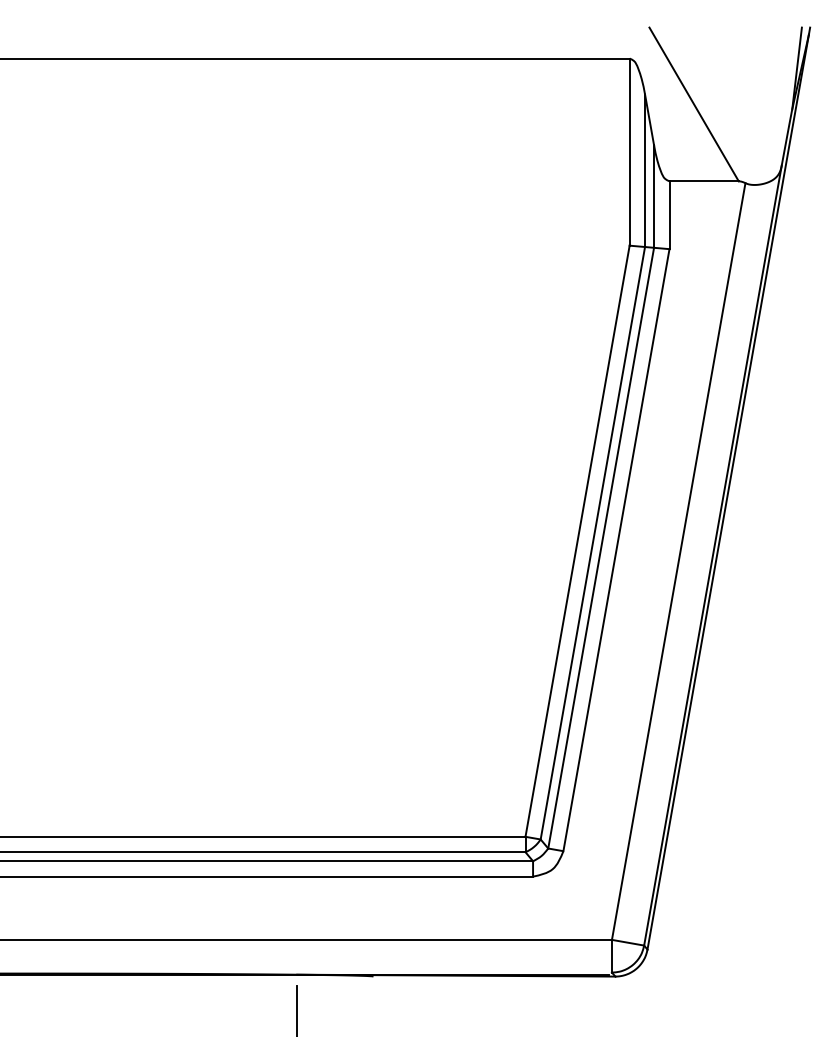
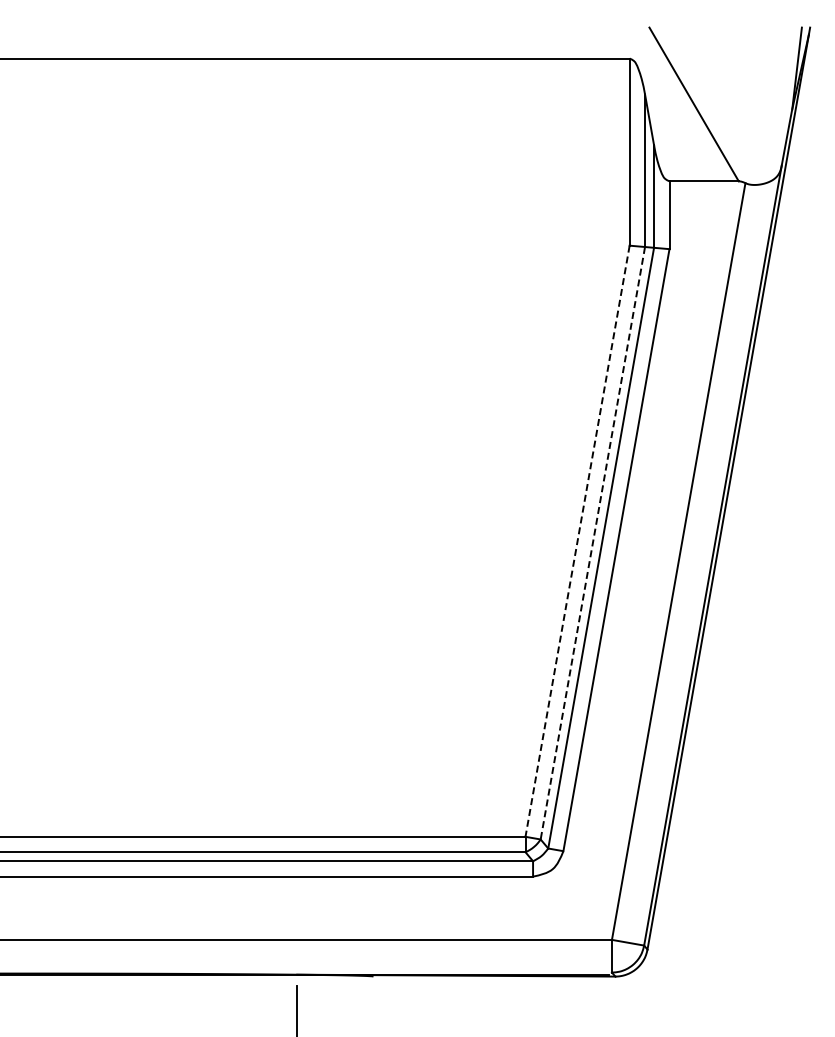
line at (577, 541): solid -> dashed
line at (592, 543): solid -> dashed
